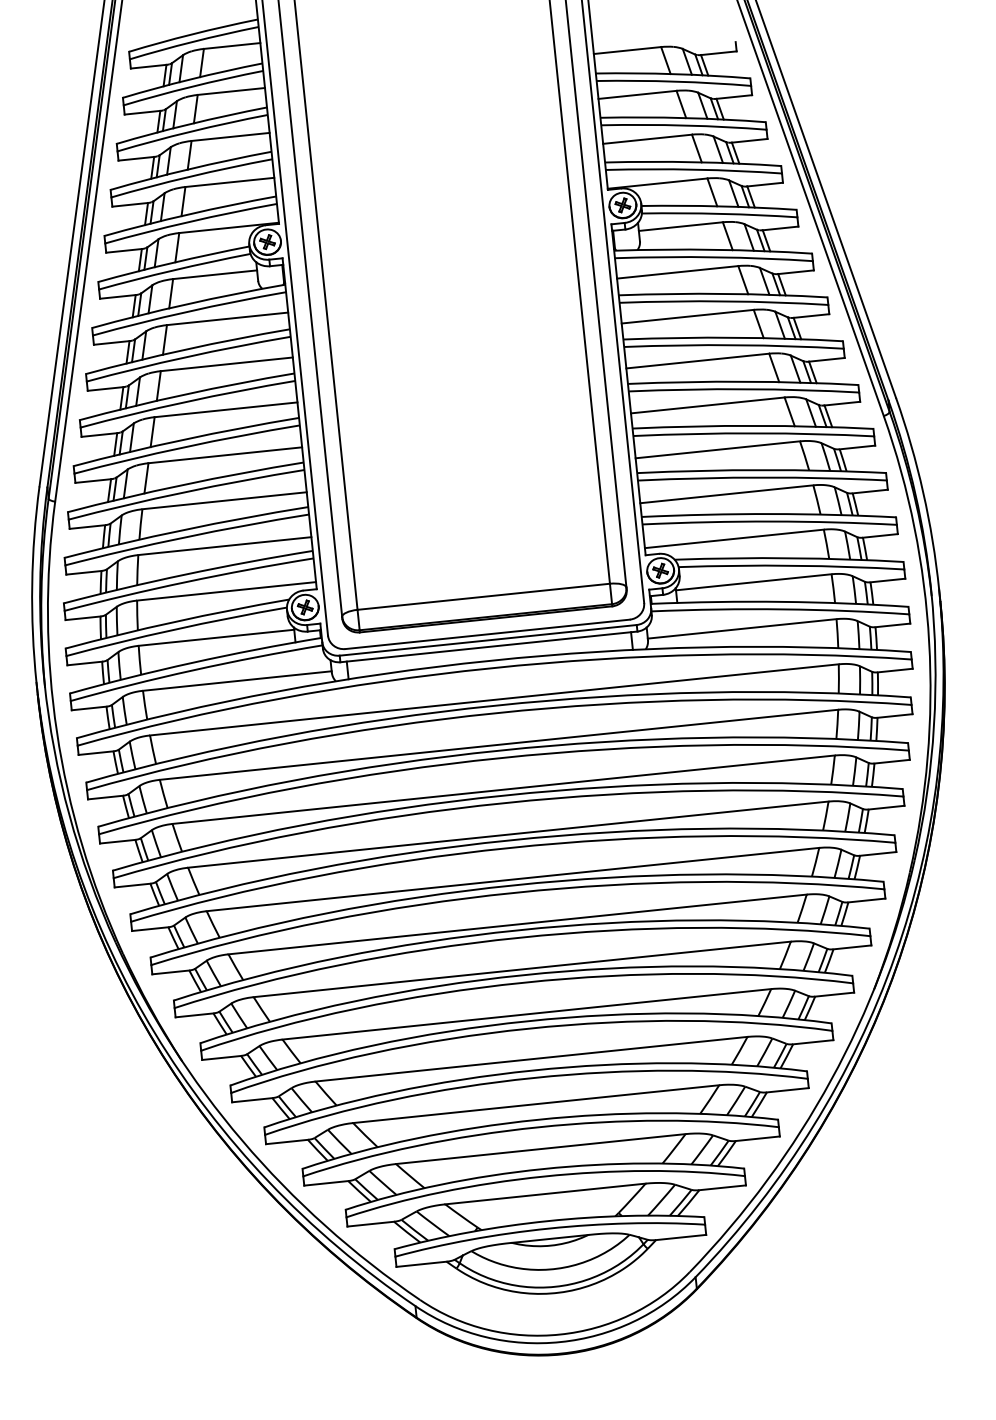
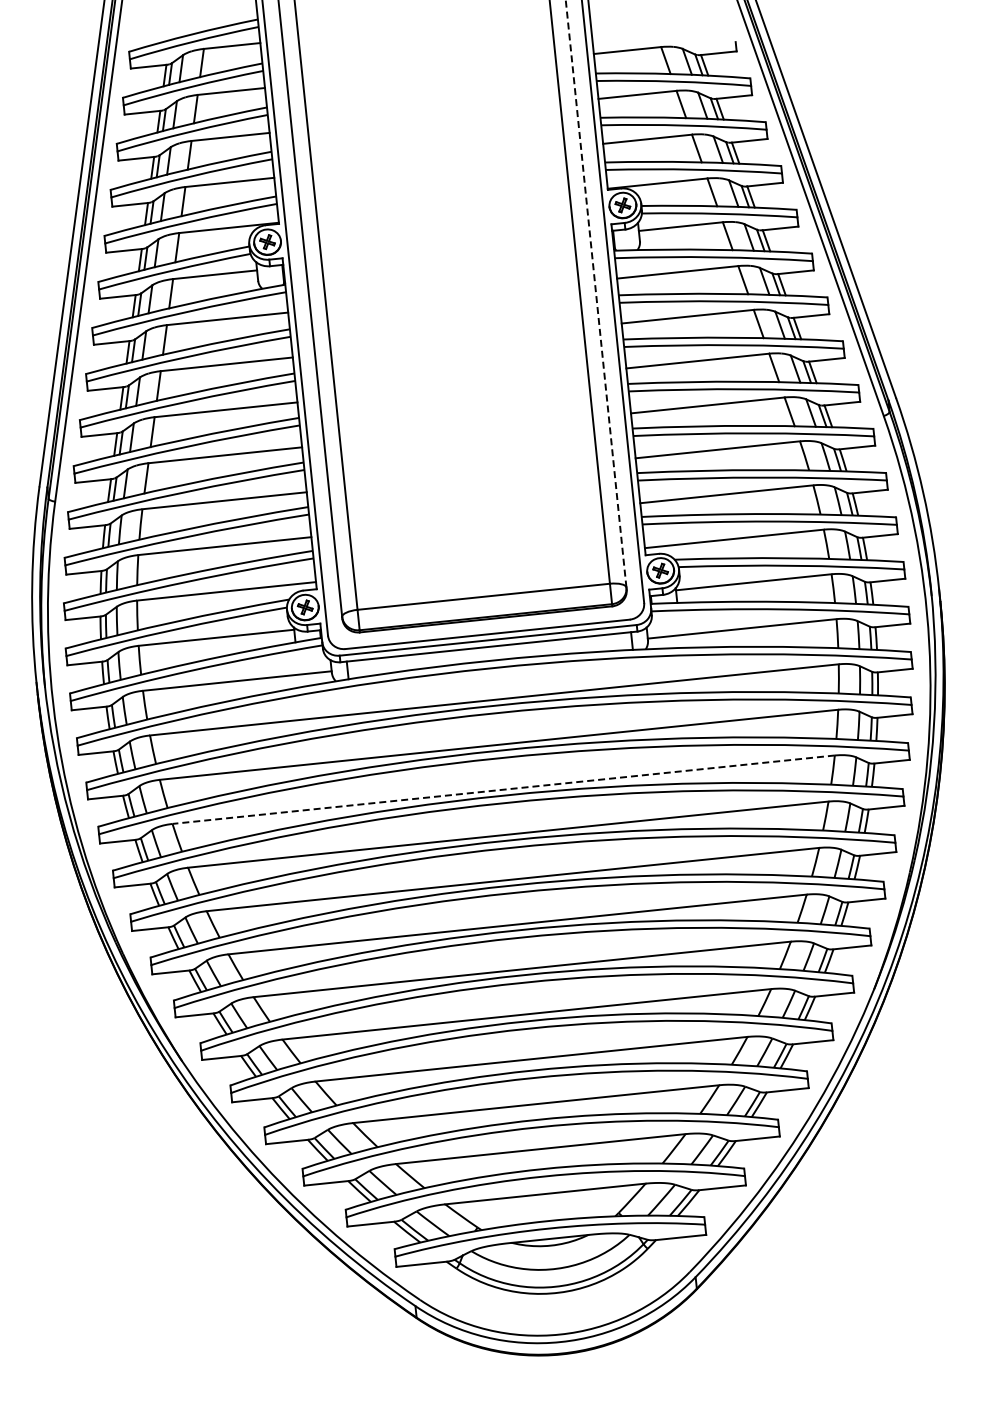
line at (596, 294): solid -> dashed
line at (503, 789): solid -> dashed
